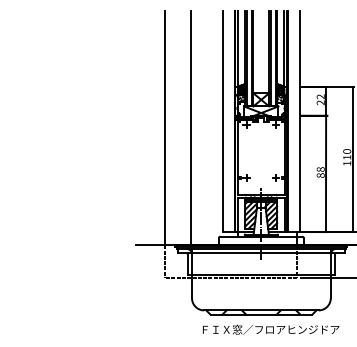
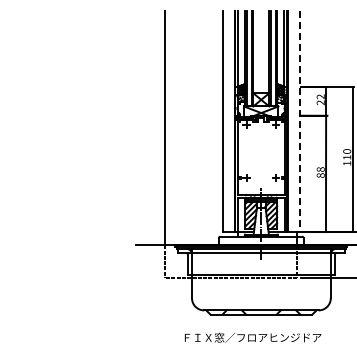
line at (299, 122): solid -> dashed
line at (191, 128): present -> none
text at (271, 329) position: (271, 329) -> (253, 337)
